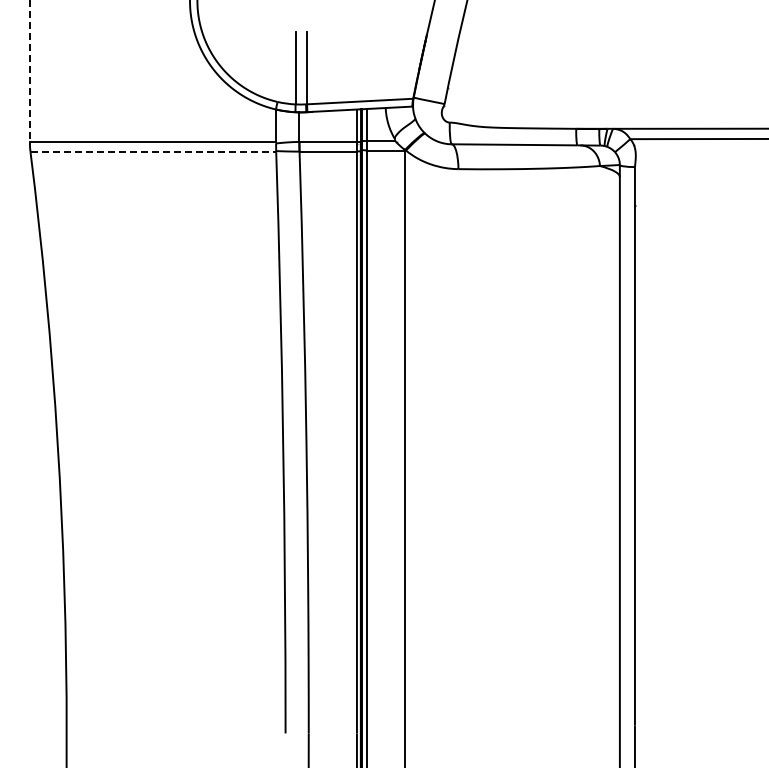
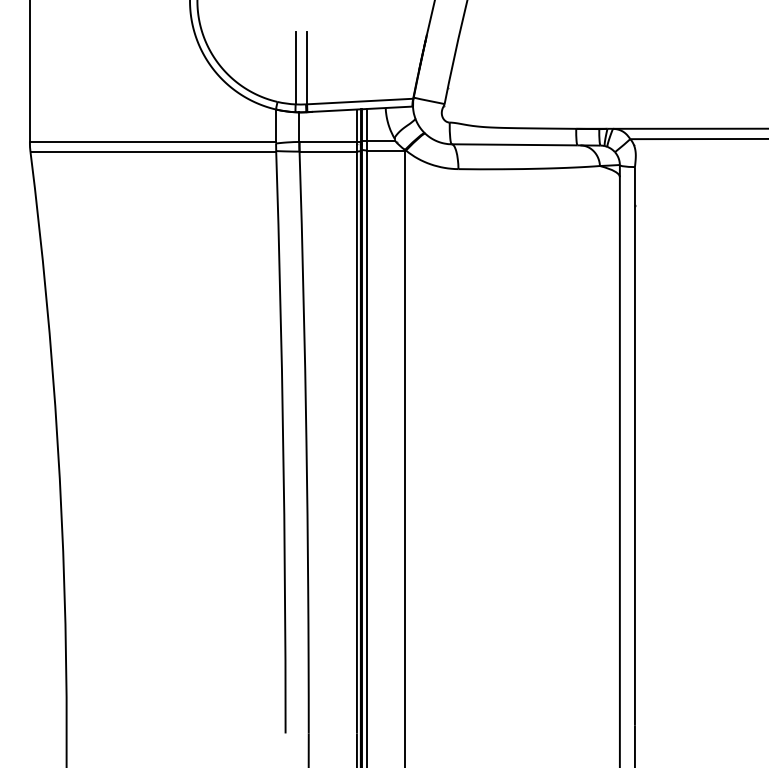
line at (29, 71): dashed -> solid
line at (153, 152): dashed -> solid
